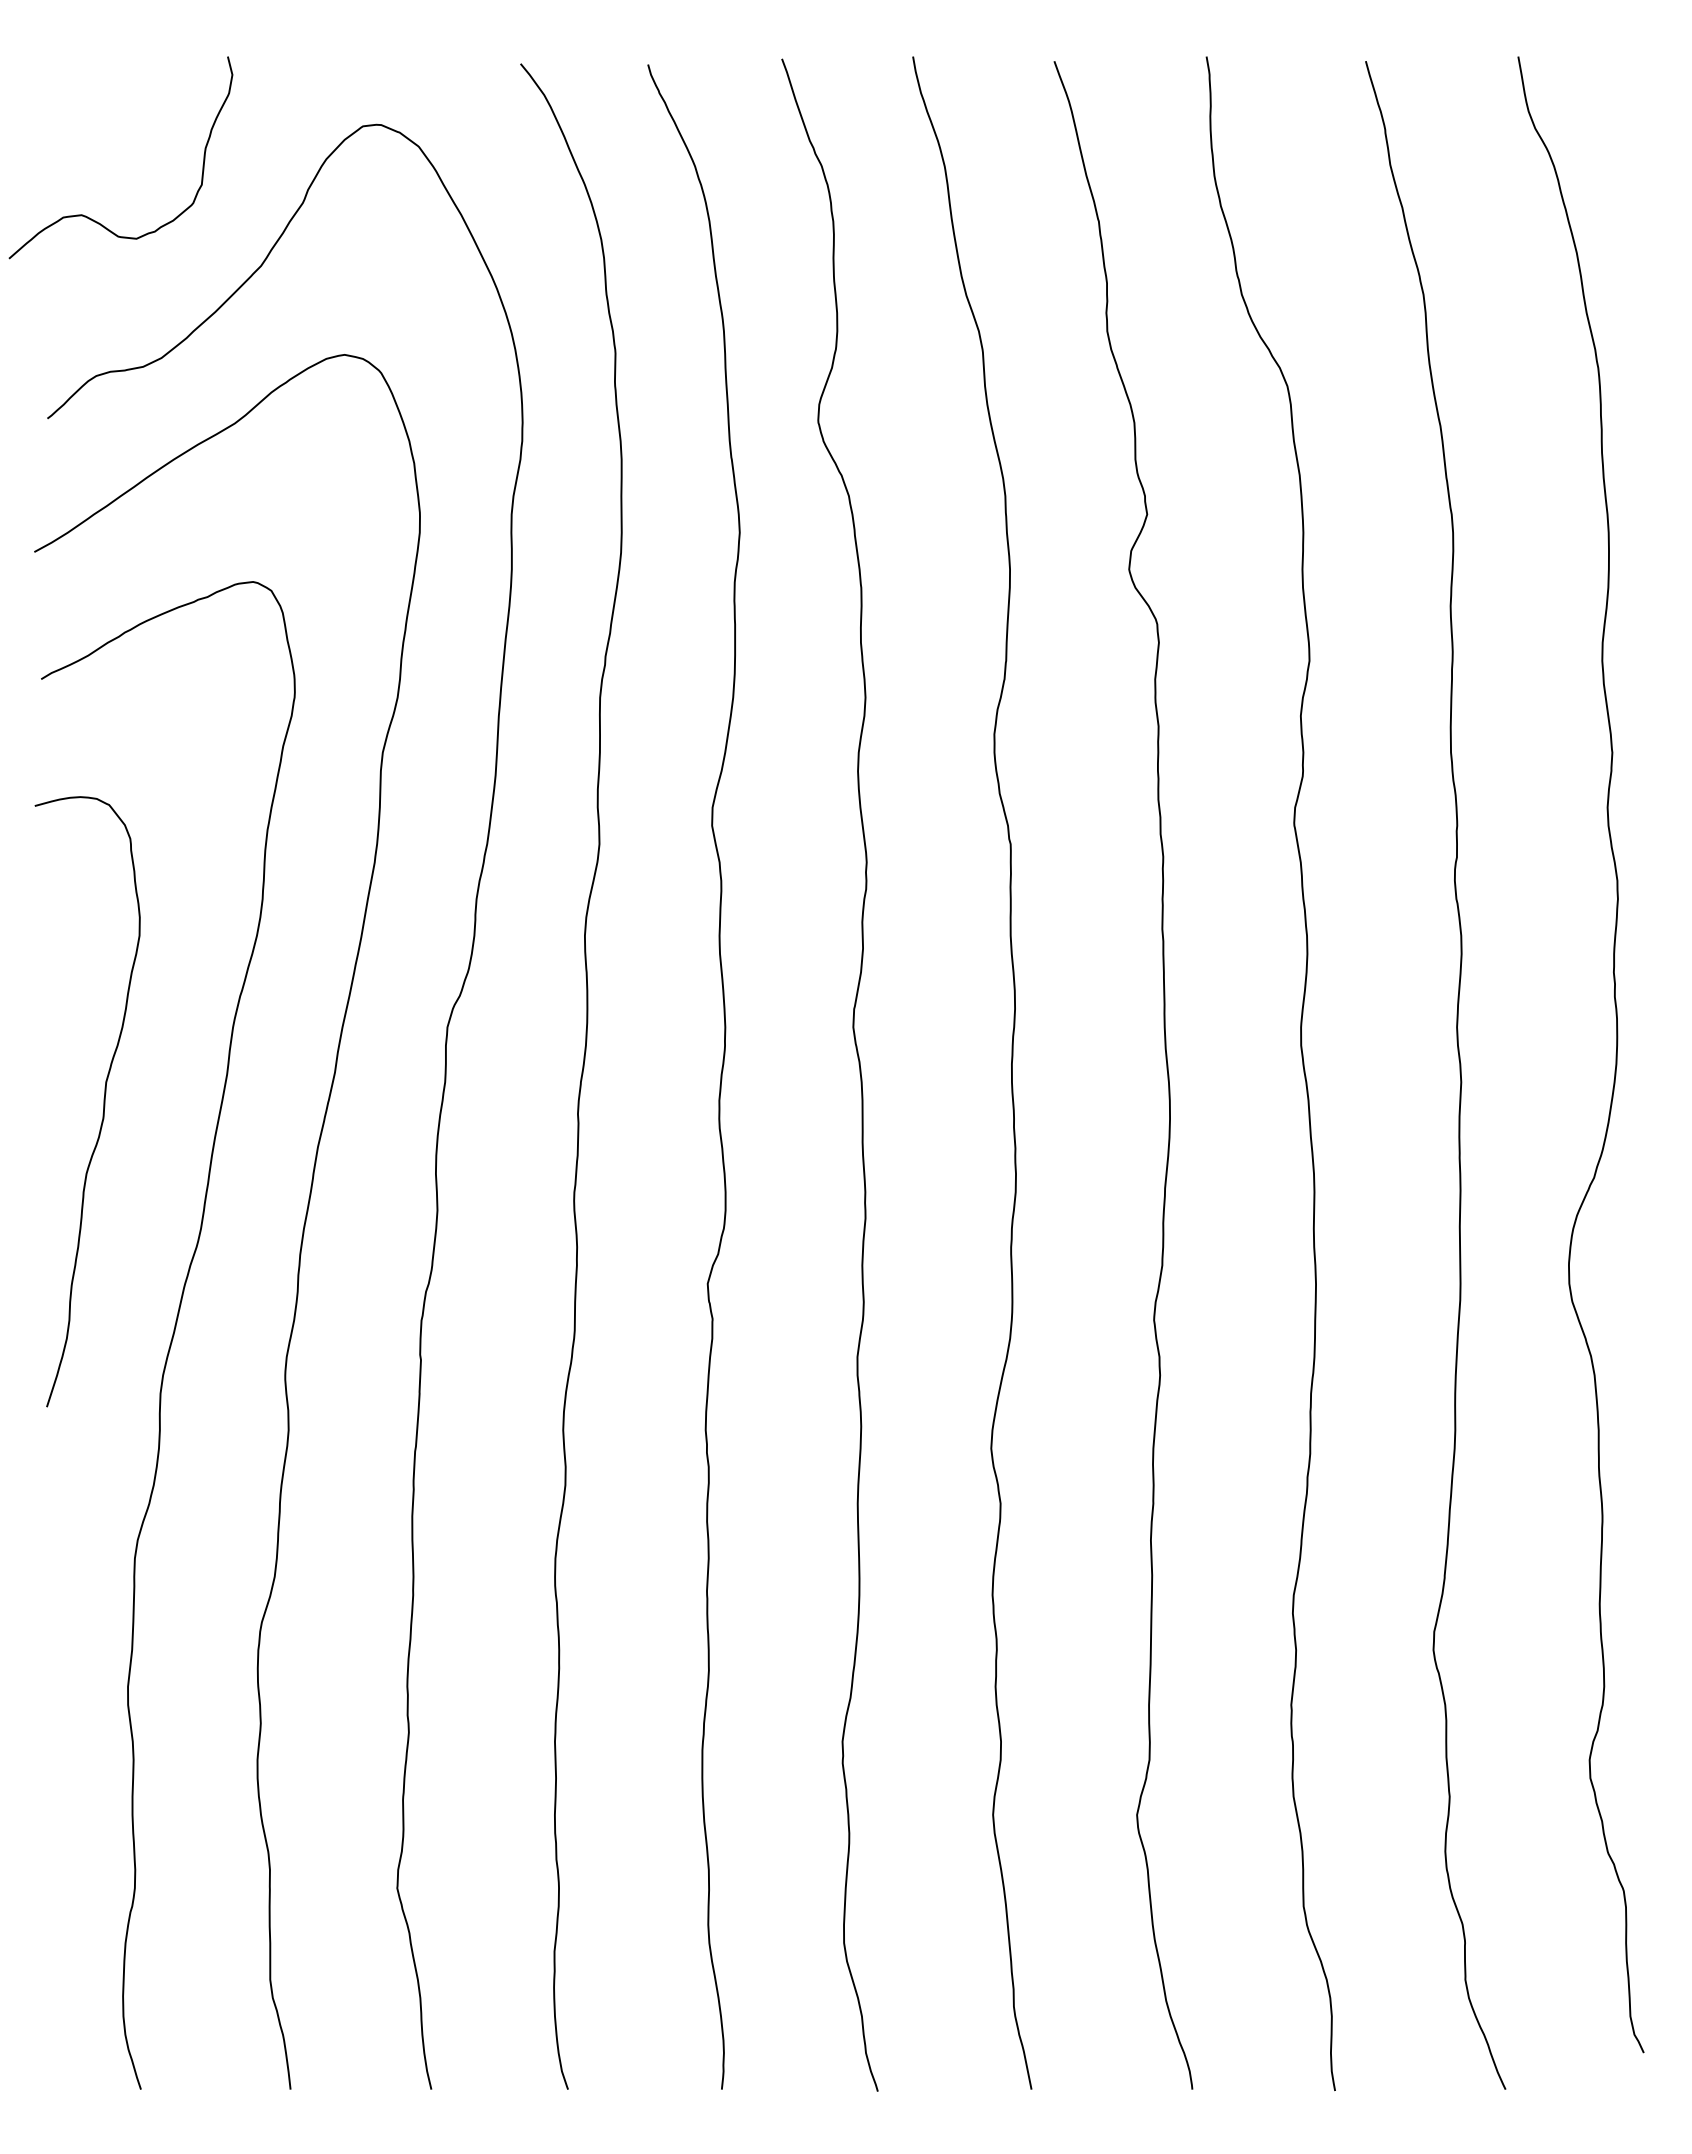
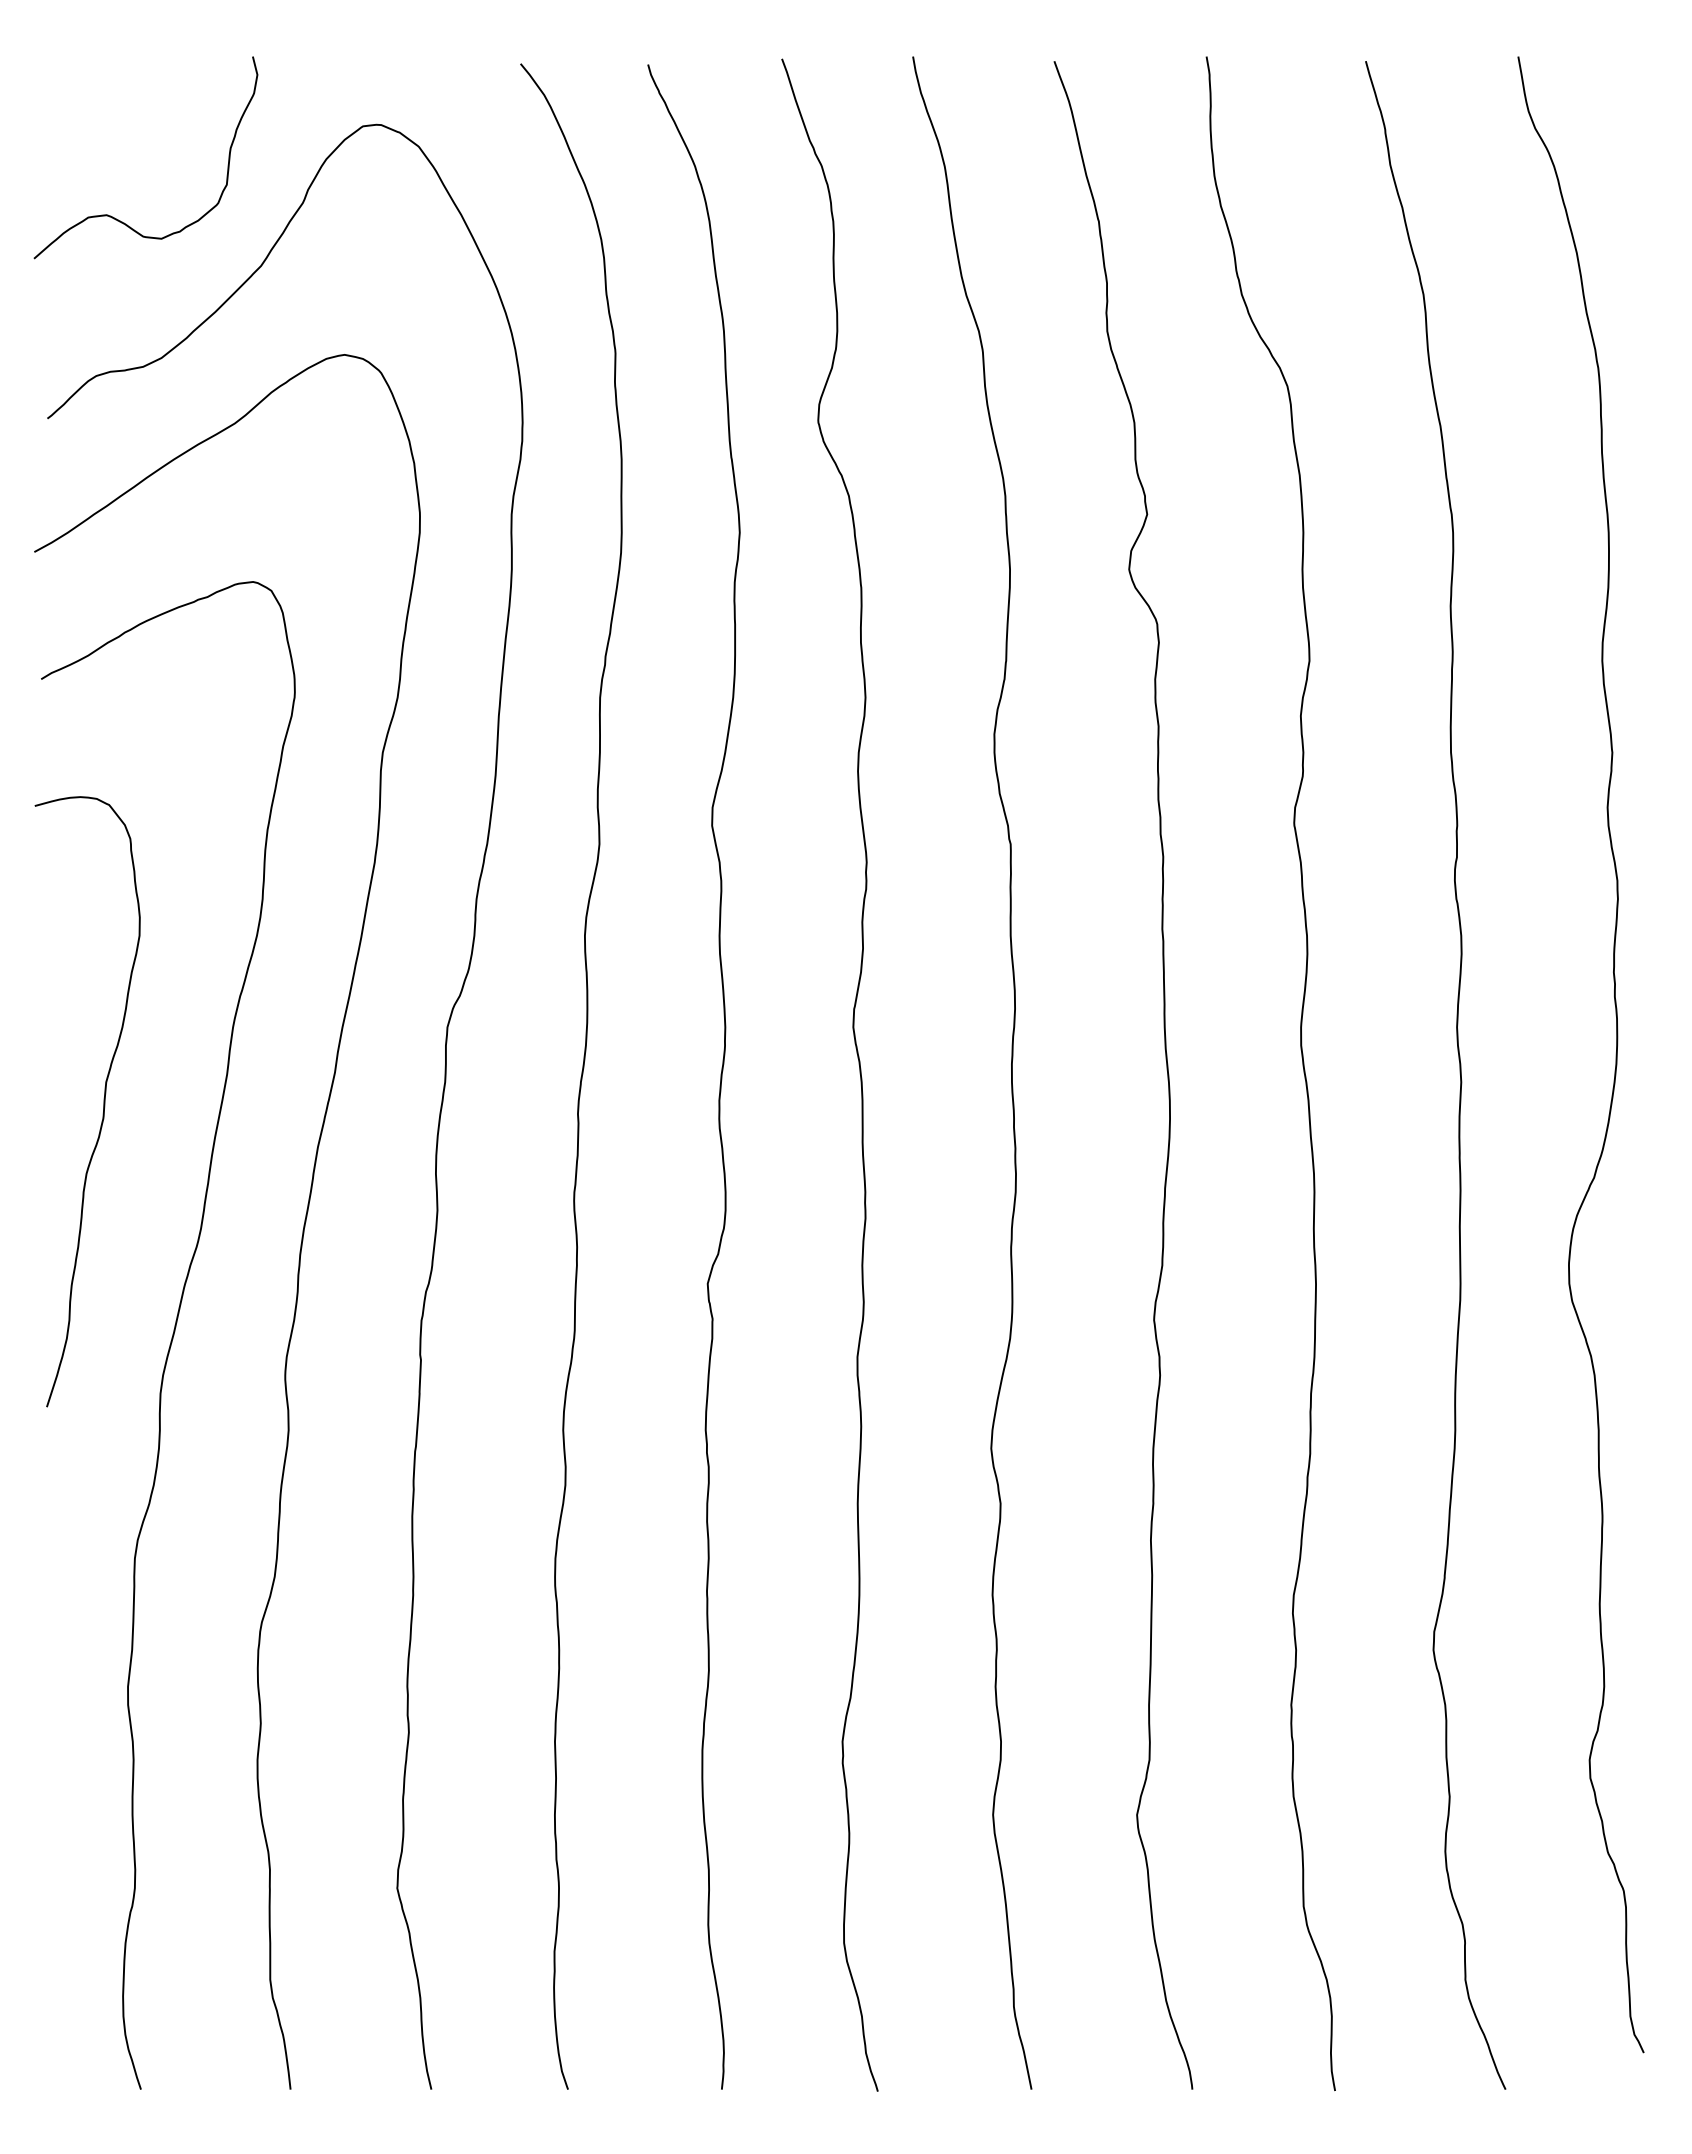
curve at (89, 217) position: (89, 217) -> (114, 217)
